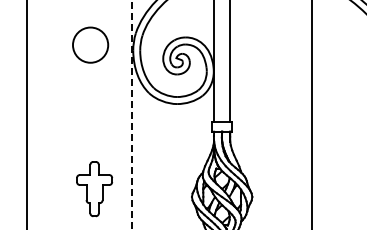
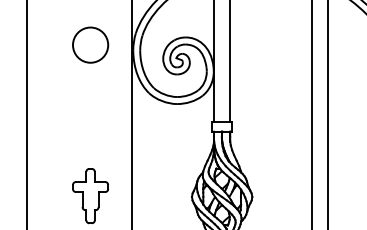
line at (132, 114): dashed -> solid
line at (328, 114): none -> present
part at (94, 189) position: (94, 189) -> (90, 196)
